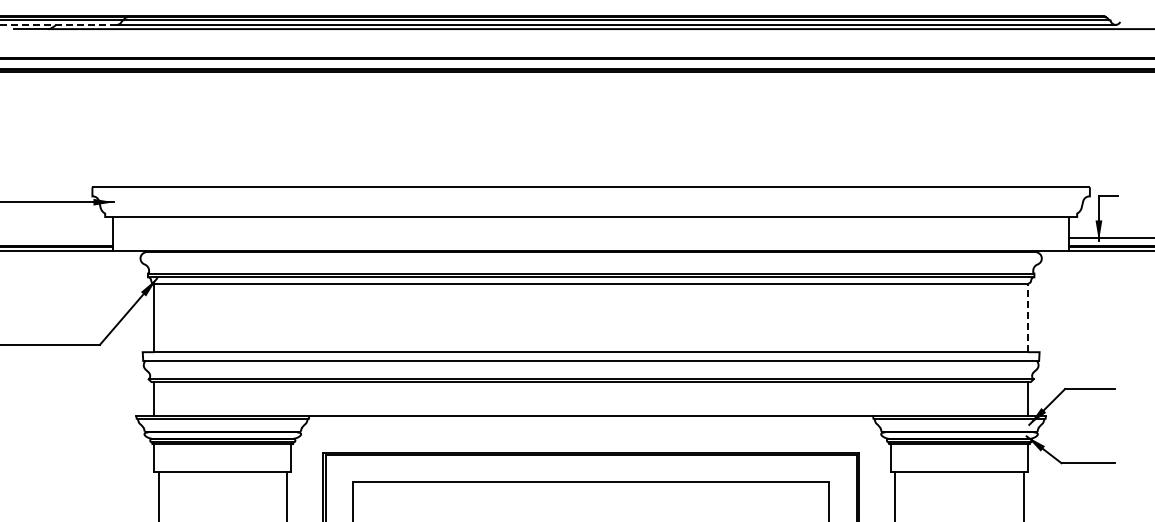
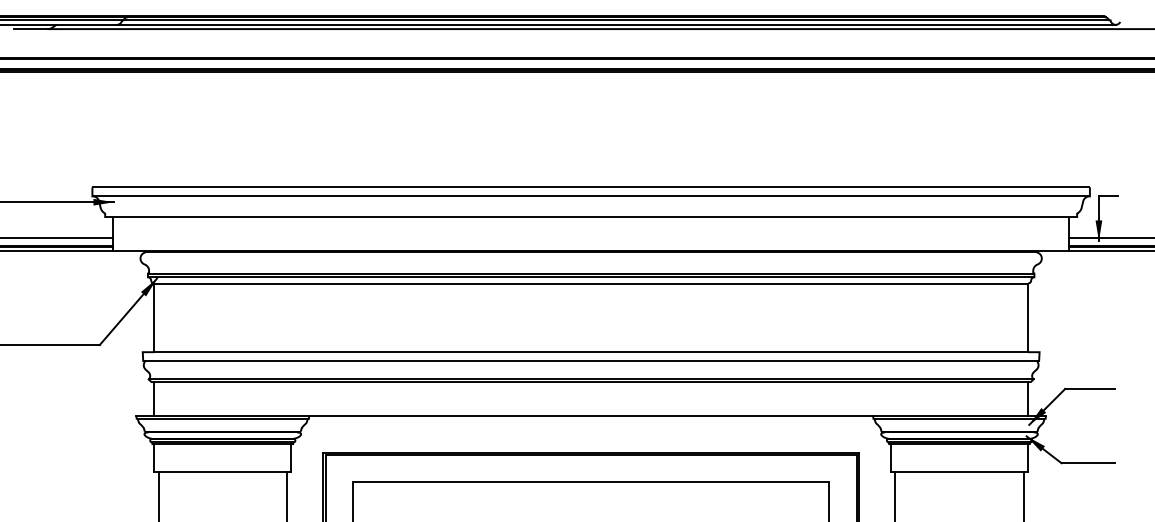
line at (58, 24): dashed -> solid
line at (590, 196): none -> present
line at (57, 238): none -> present
line at (1028, 317): dashed -> solid
